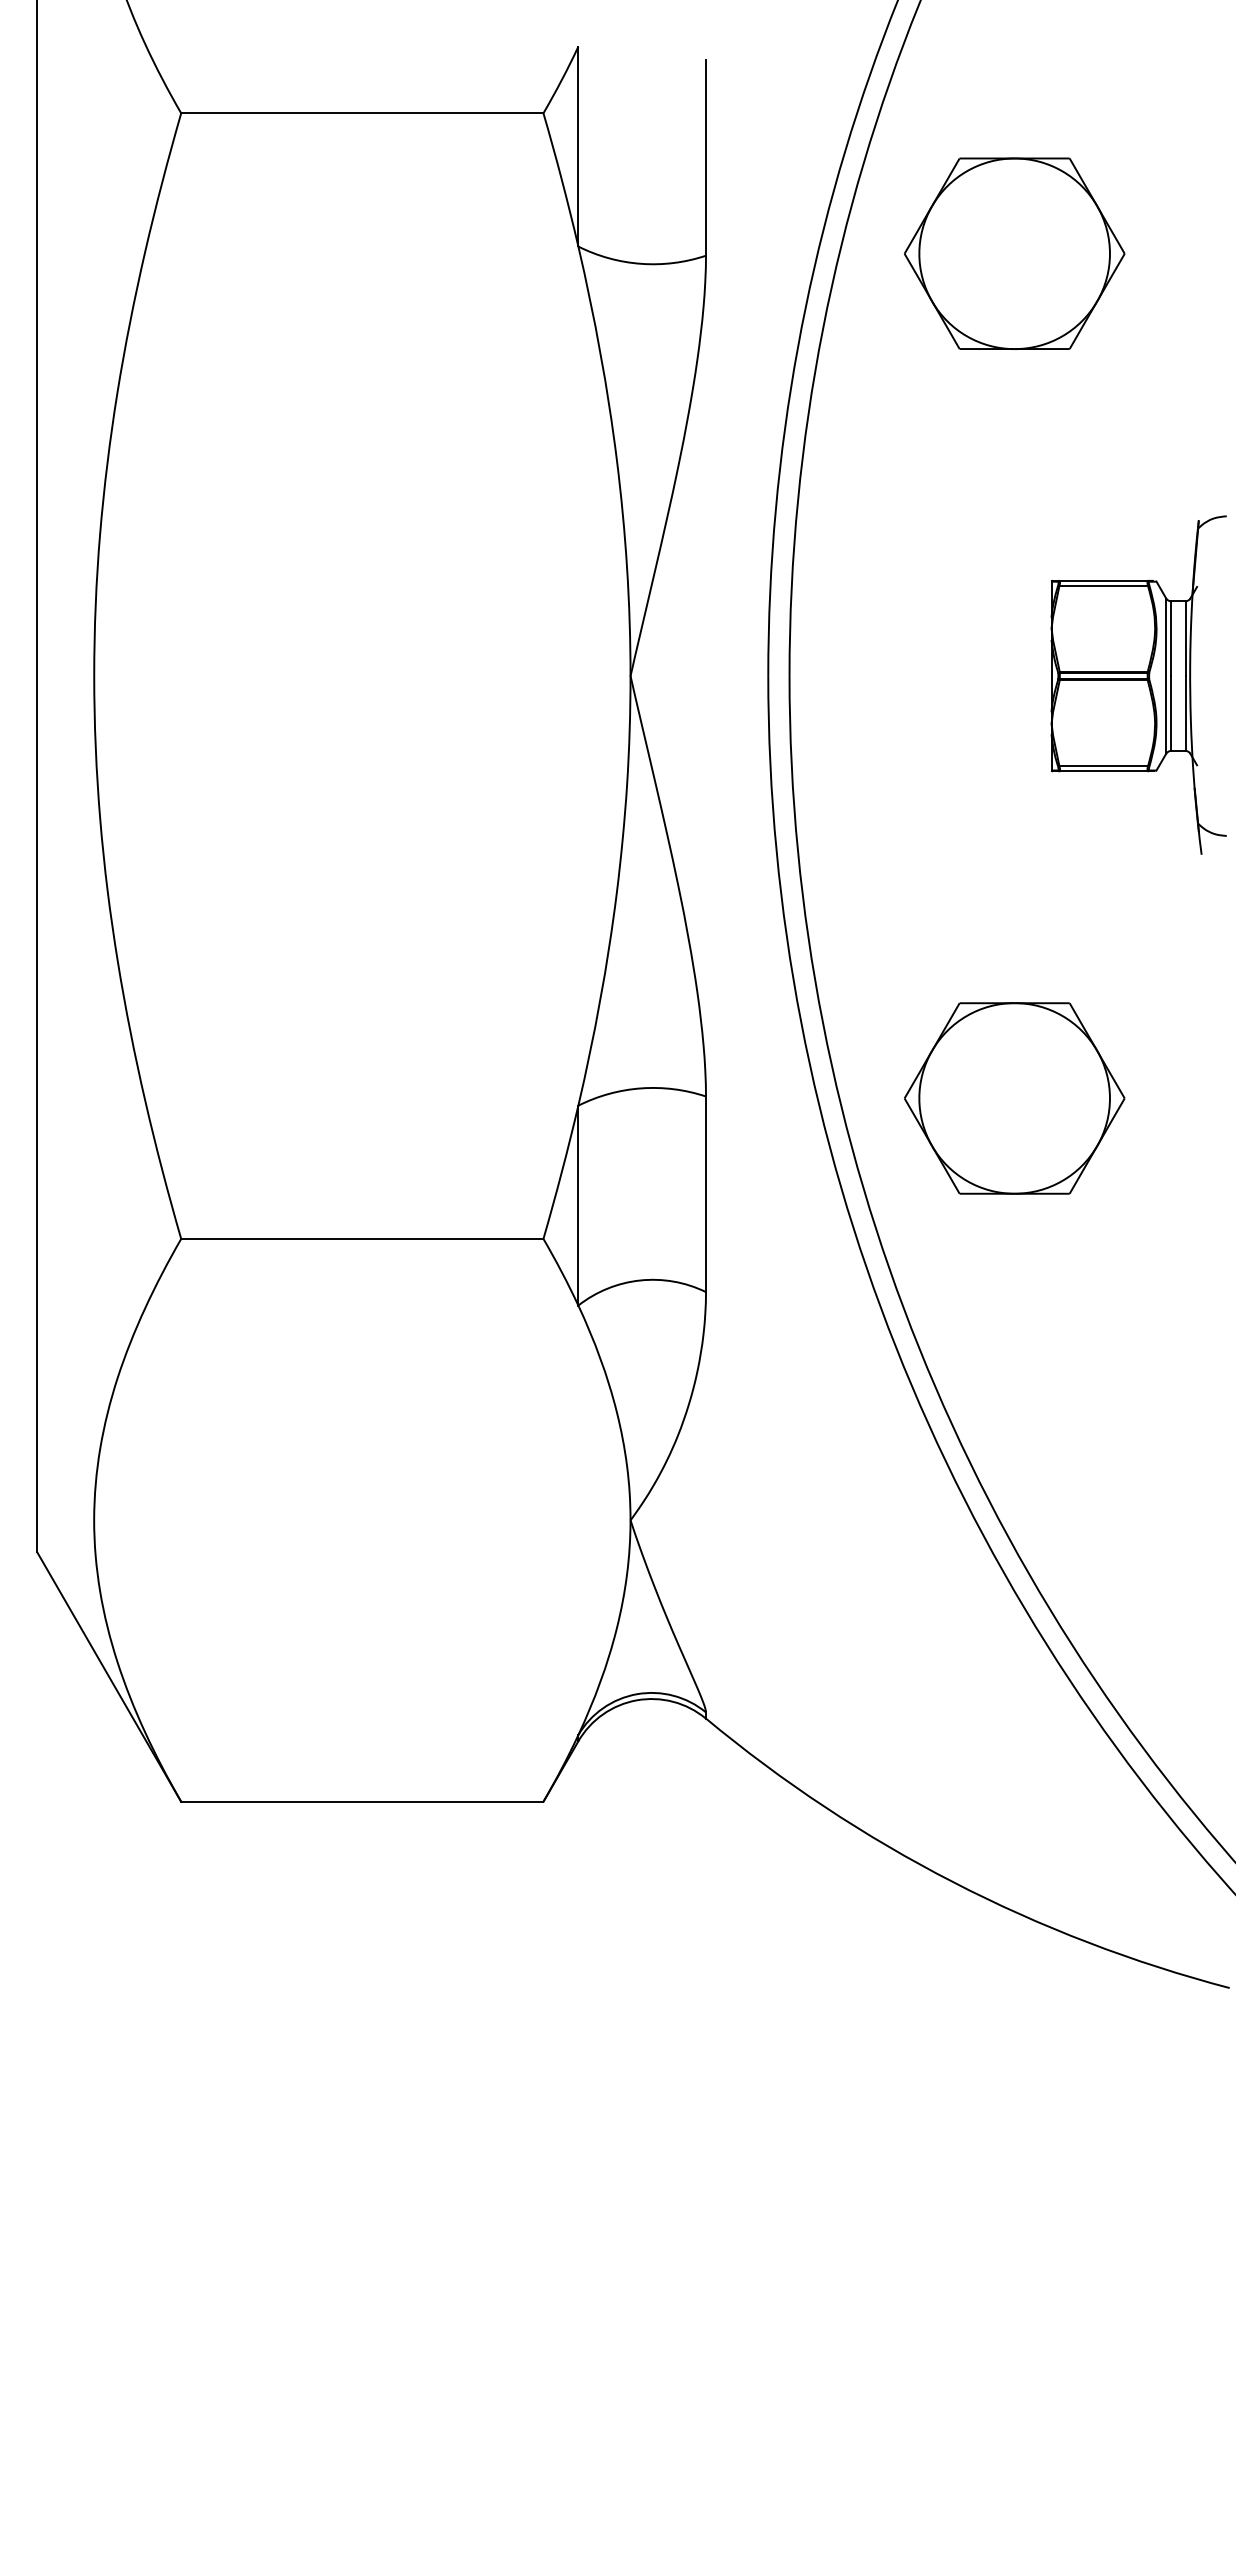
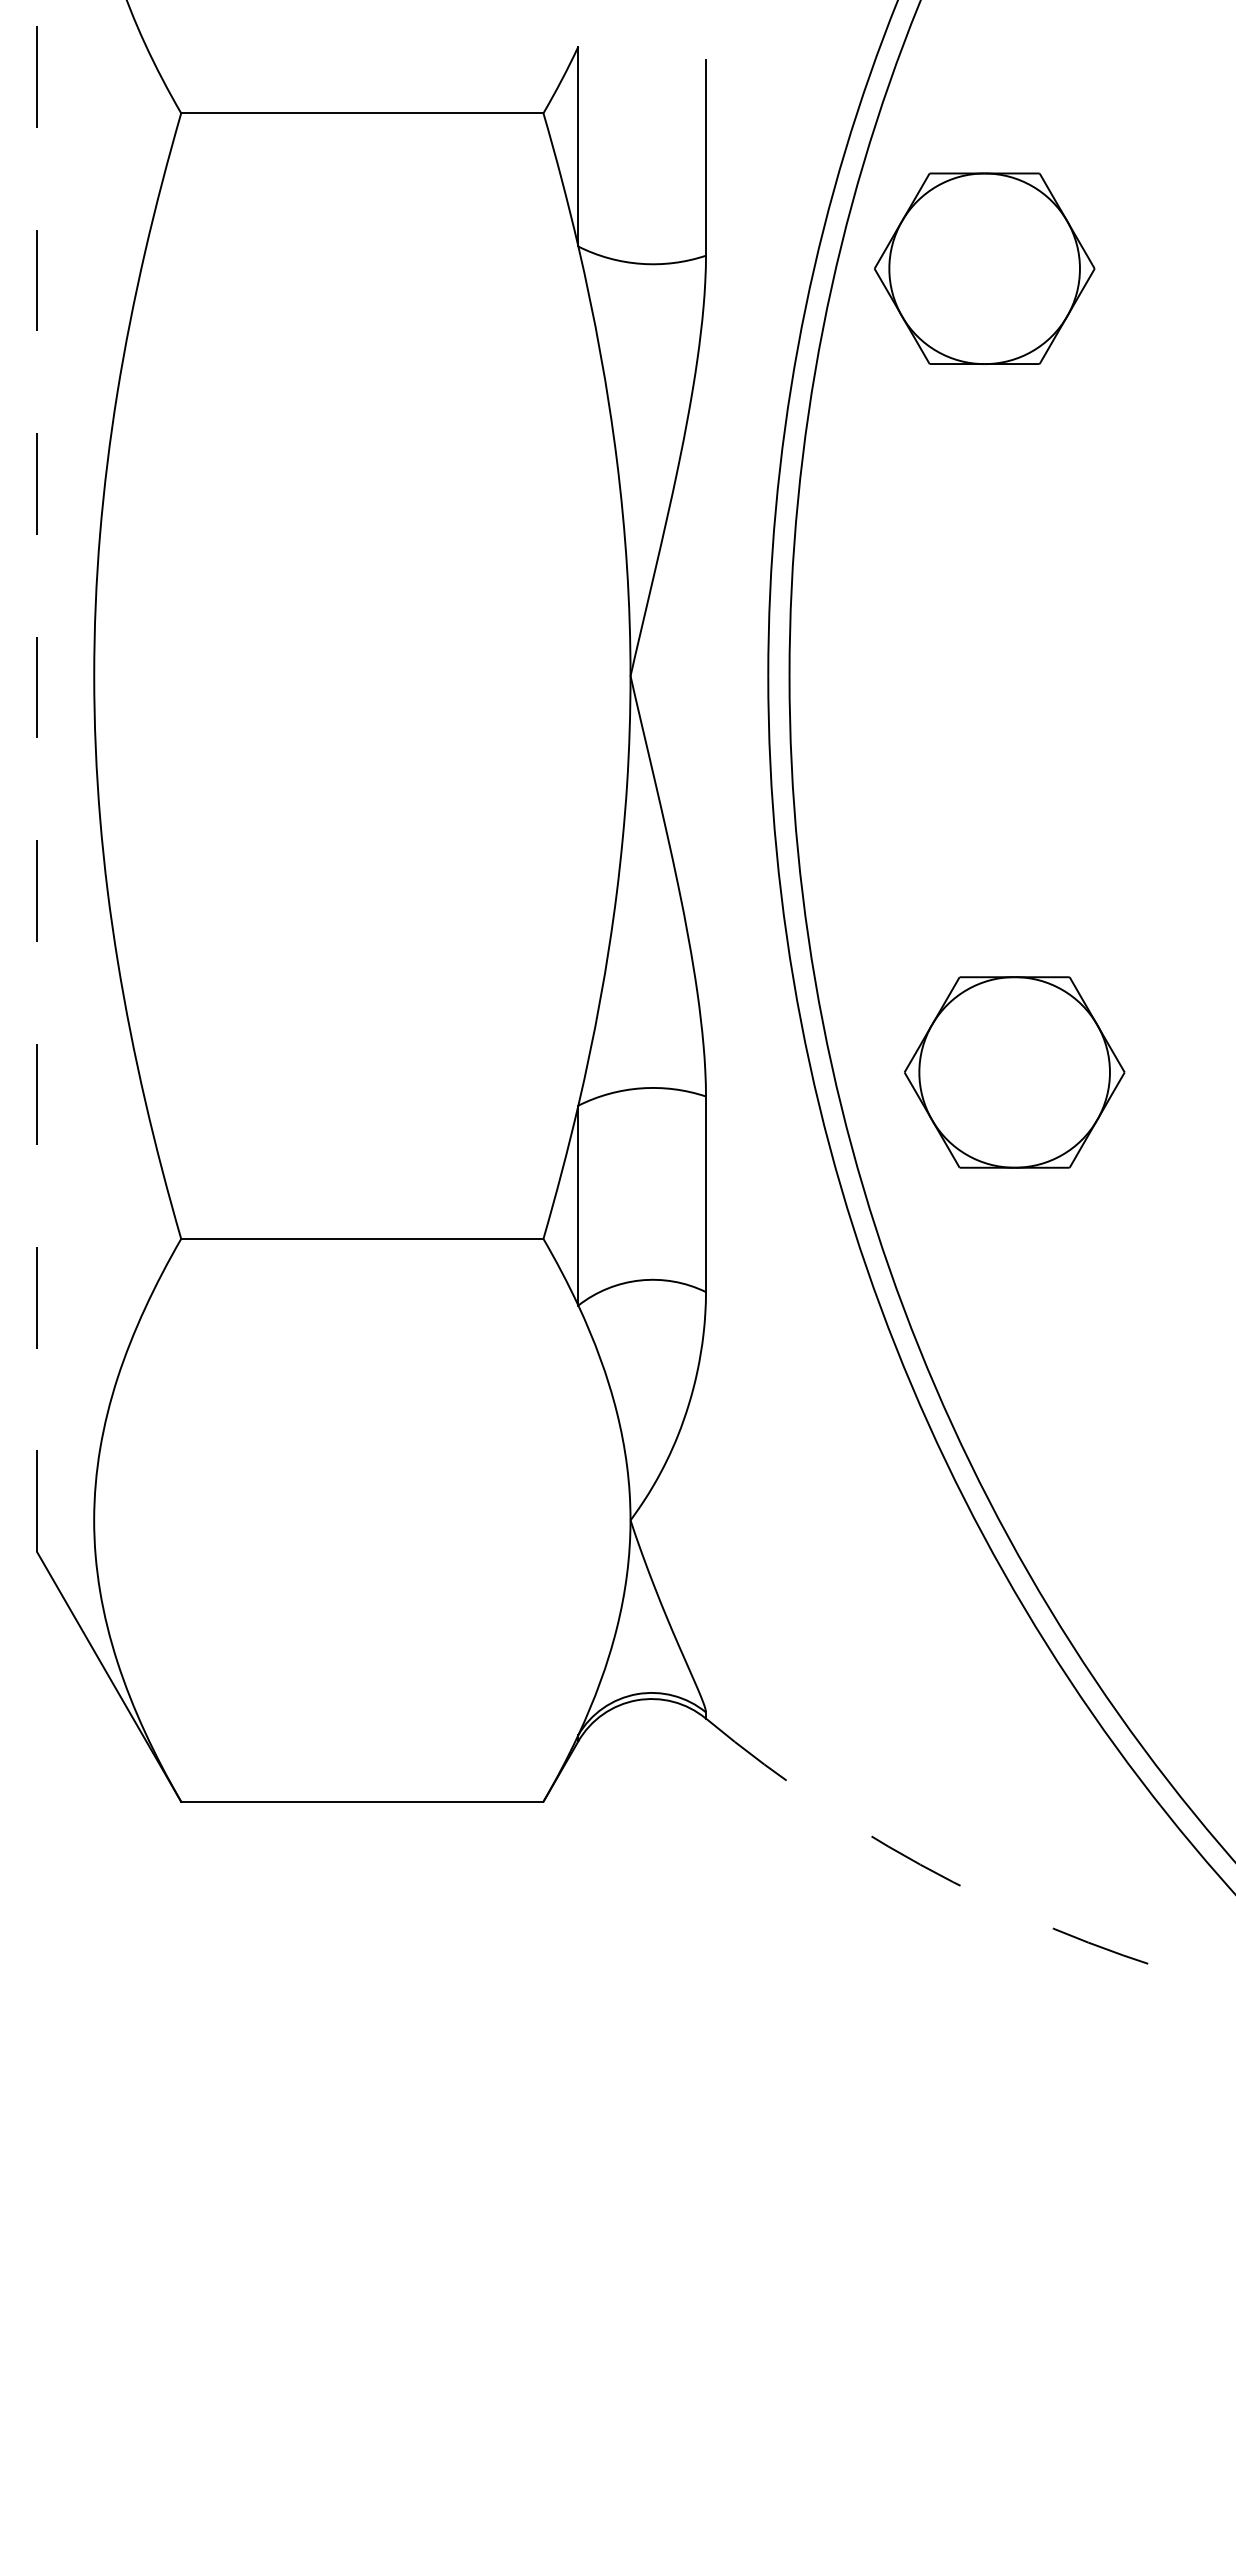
part at (1014, 253) position: (1014, 253) -> (984, 268)
part at (1138, 684): present -> none
line at (37, 776): solid -> dashed
part at (1014, 1098) position: (1014, 1098) -> (1014, 1072)
arc at (953, 1882): solid -> dashed
